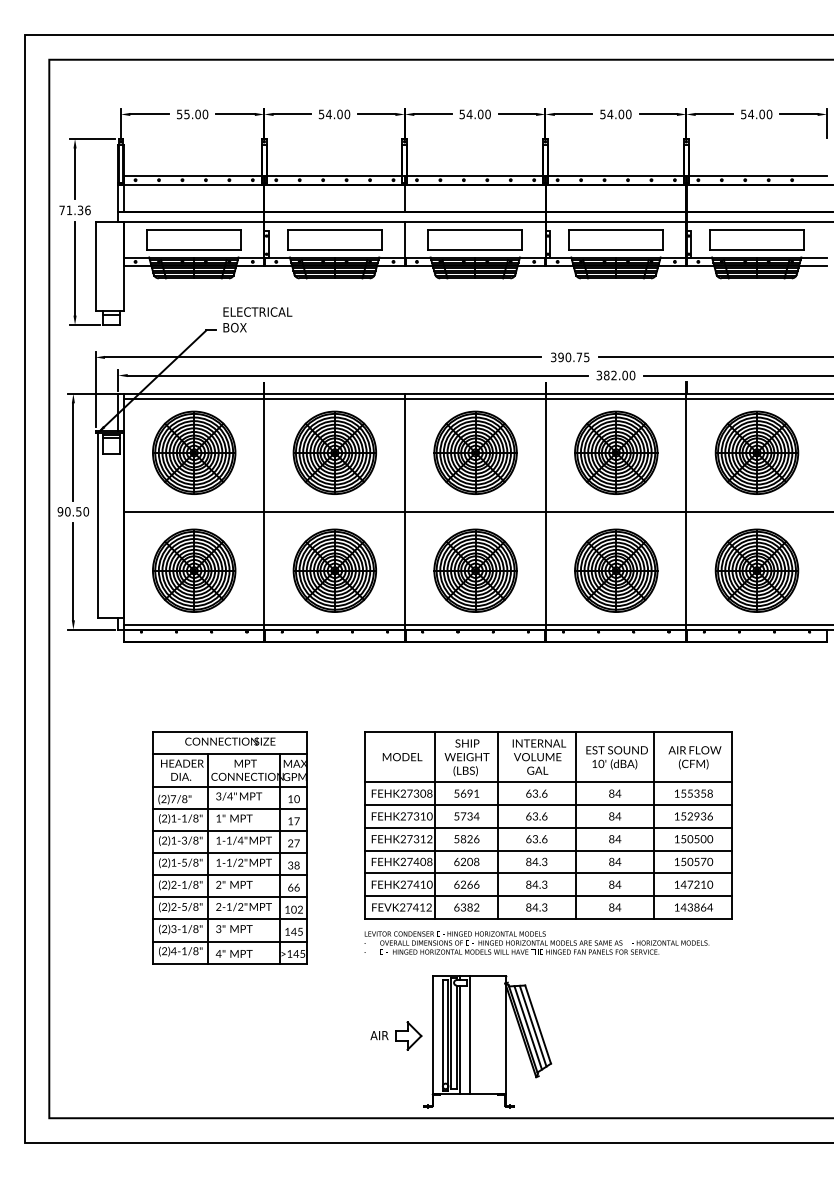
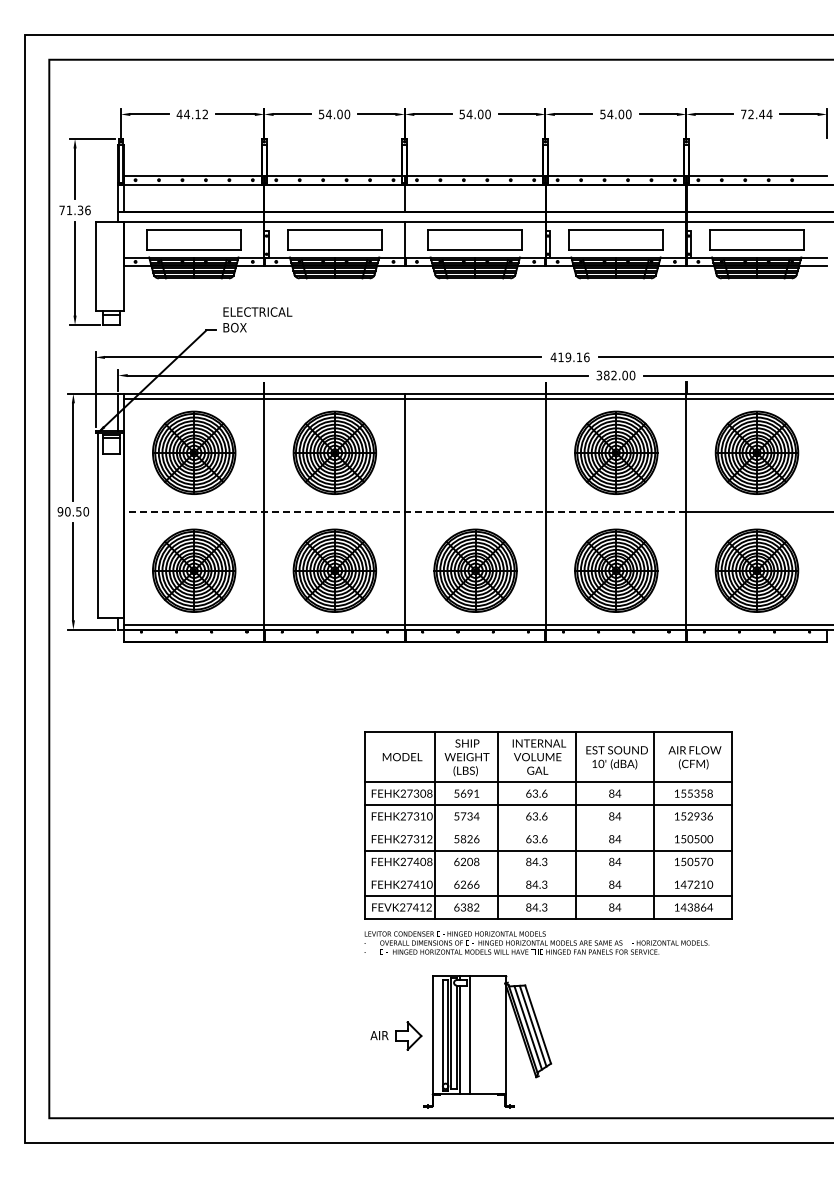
text at (192, 114): 55.00 -> 44.12
text at (756, 114): 54.00 -> 72.44
text at (569, 357): 390.75 -> 419.16
part at (475, 452): present -> none
line at (404, 511): solid -> dashed
line at (548, 827): present -> none
part at (229, 847): present -> none
line at (548, 873): present -> none
